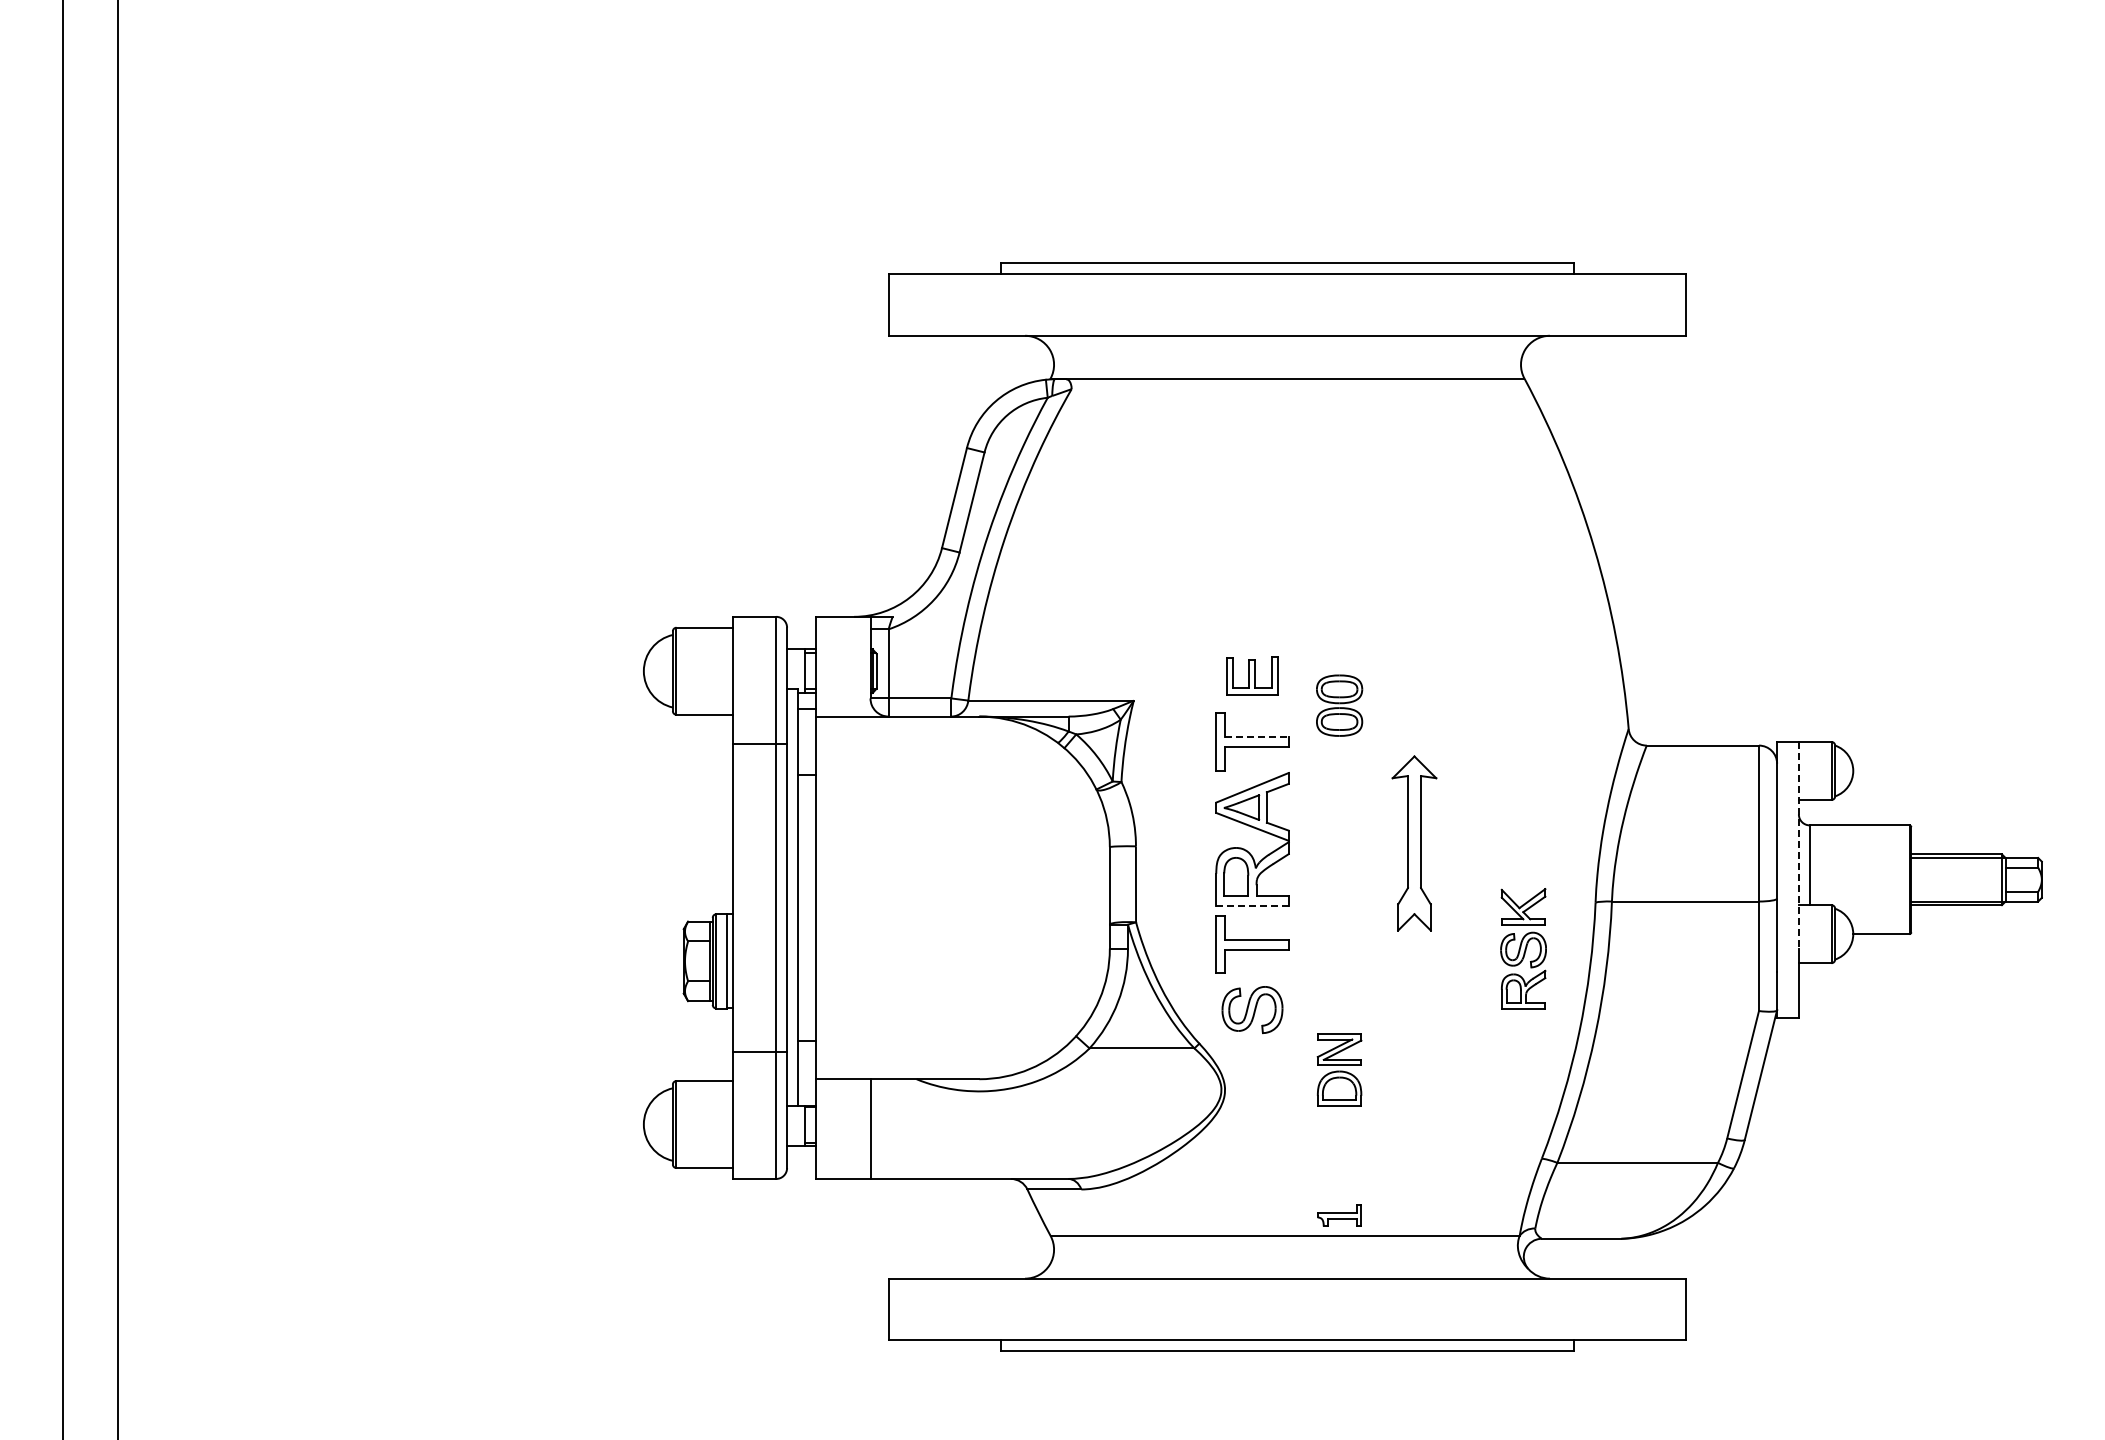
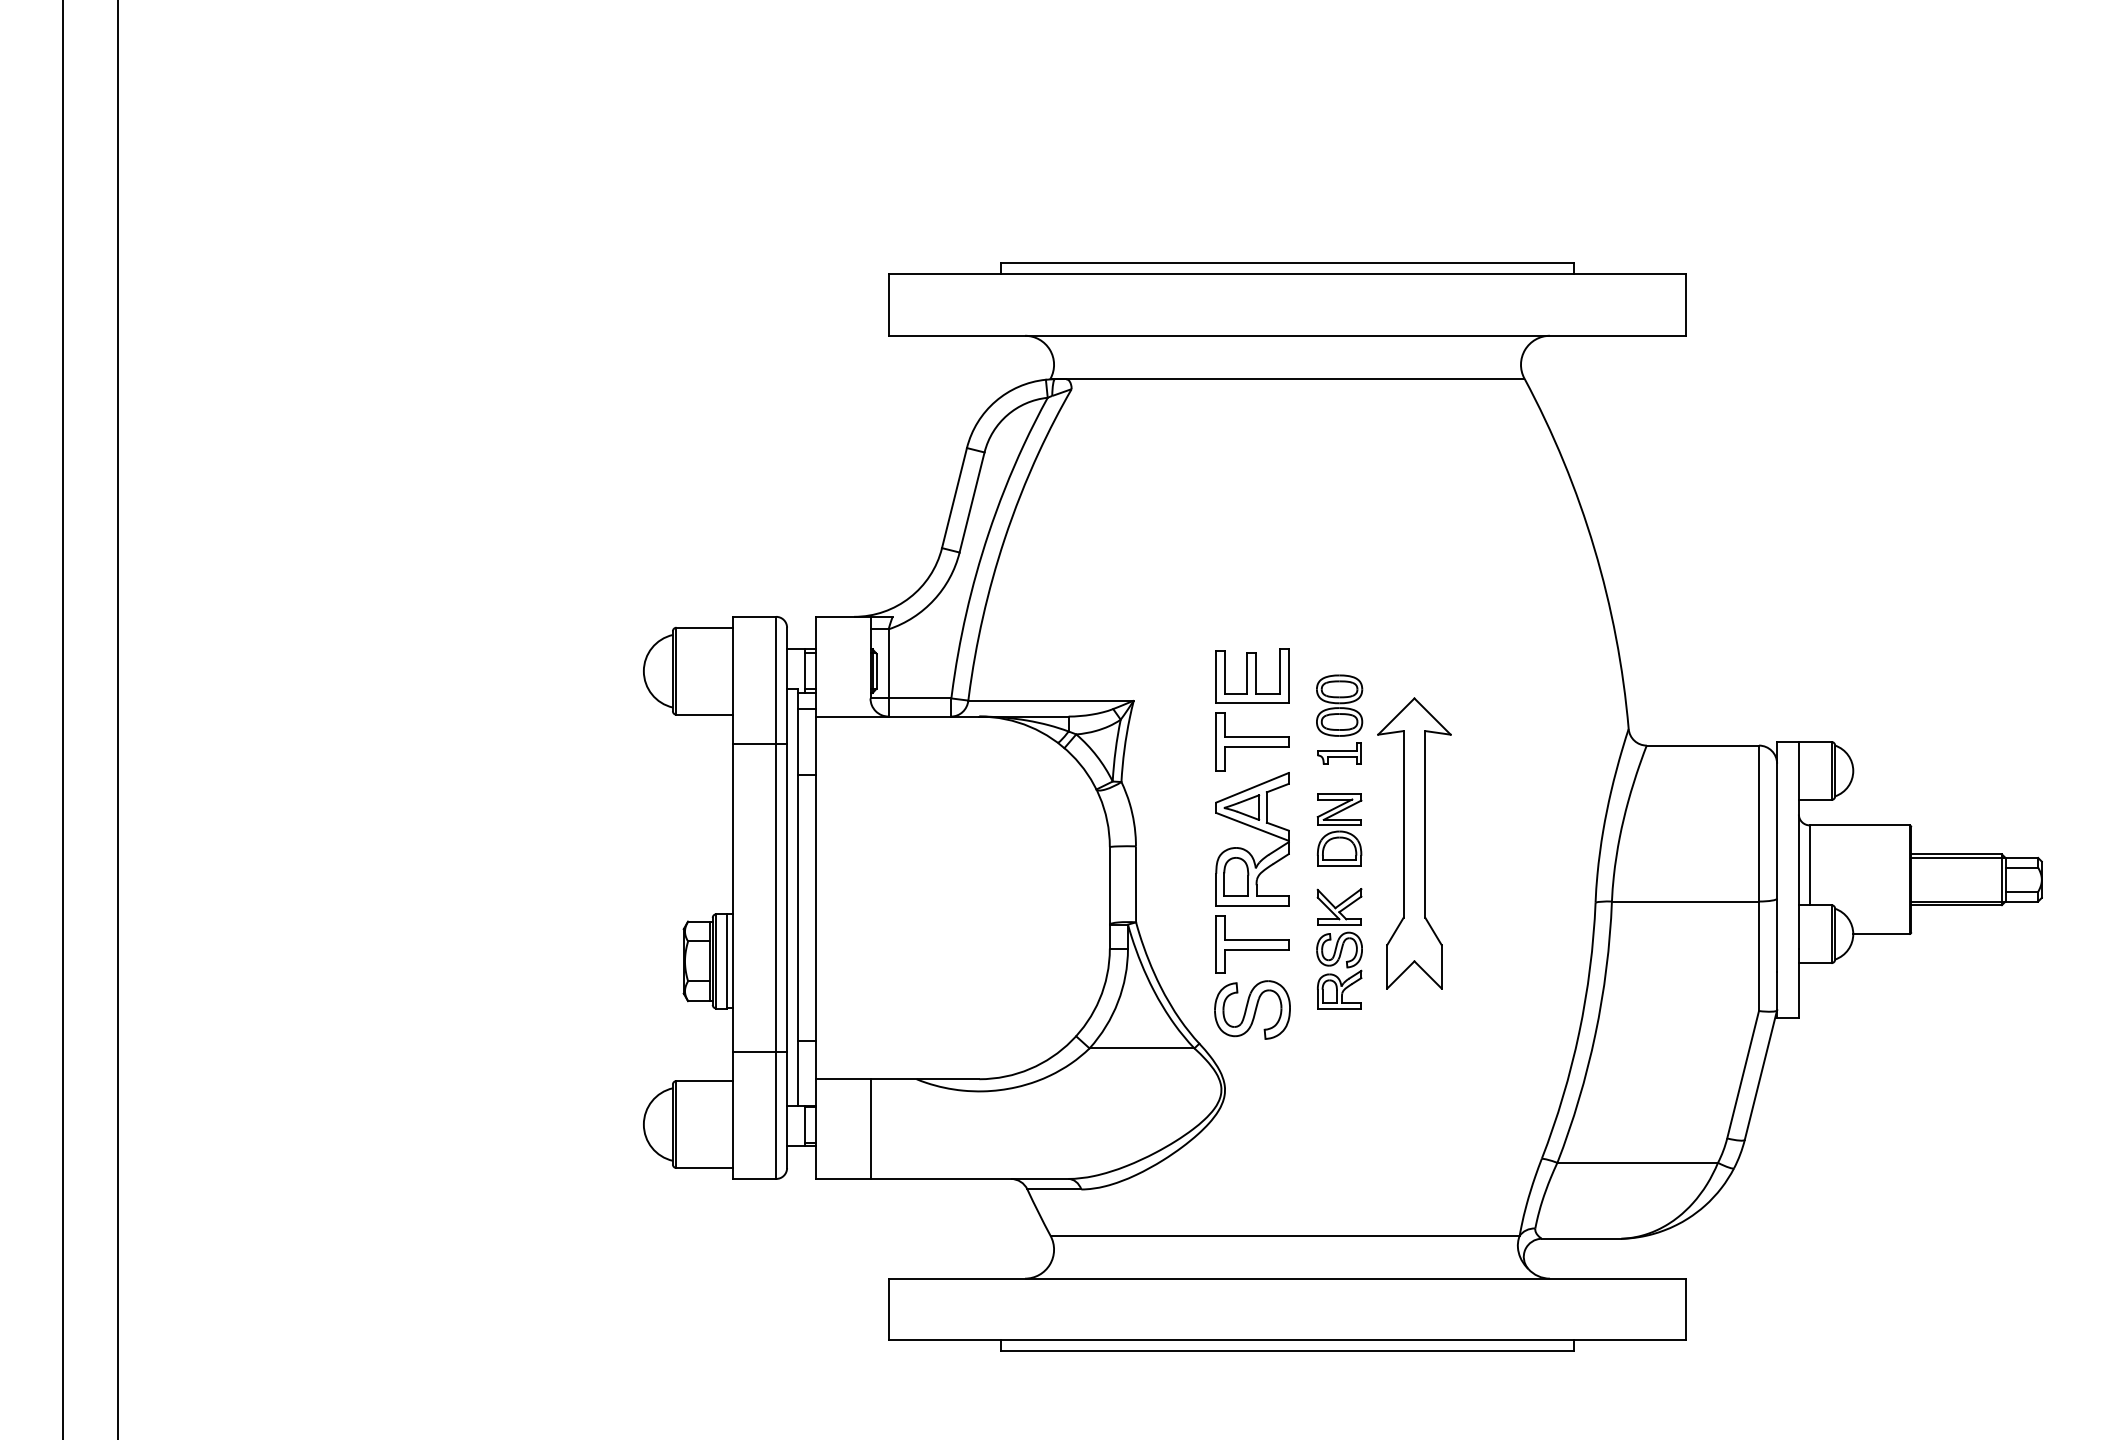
part at (1252, 675) size: 53x40 px -> 75x56 px
line at (1256, 737): dashed -> solid
part at (1414, 843) size: 47x177 px -> 75x293 px
line at (1798, 845): dashed -> solid
line at (1252, 905): dashed -> solid
part at (1523, 948) position: (1523, 948) -> (1339, 948)
part at (1252, 1010) size: 63x49 px -> 77x60 px
part at (1339, 1069) position: (1339, 1069) -> (1339, 829)
part at (1339, 1215) position: (1339, 1215) -> (1339, 753)
